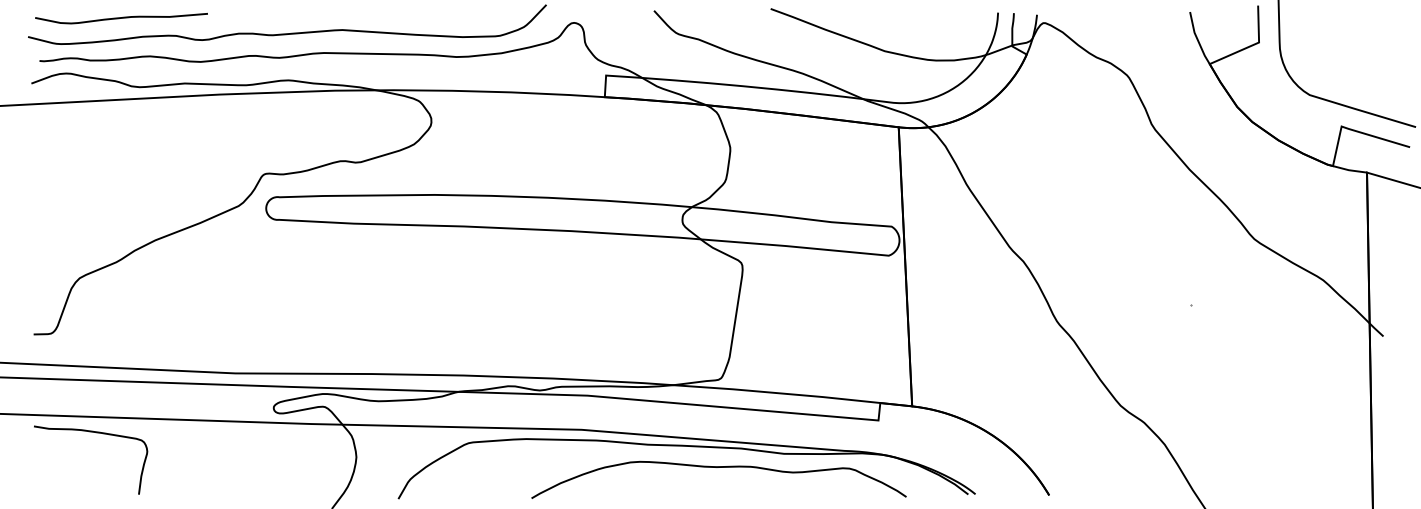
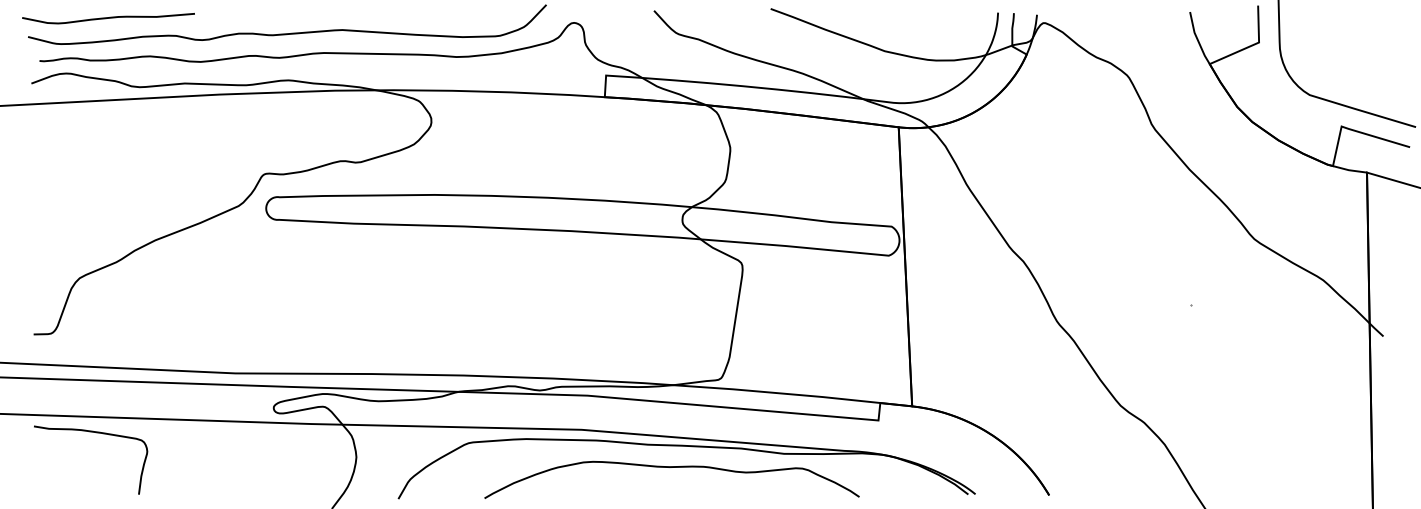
curve at (121, 18) position: (121, 18) -> (108, 18)
curve at (718, 467) position: (718, 467) -> (671, 467)
